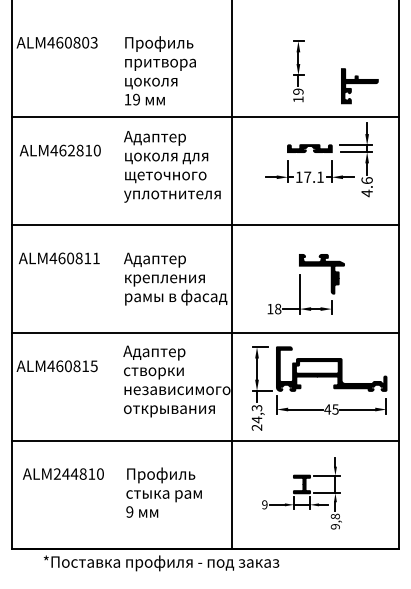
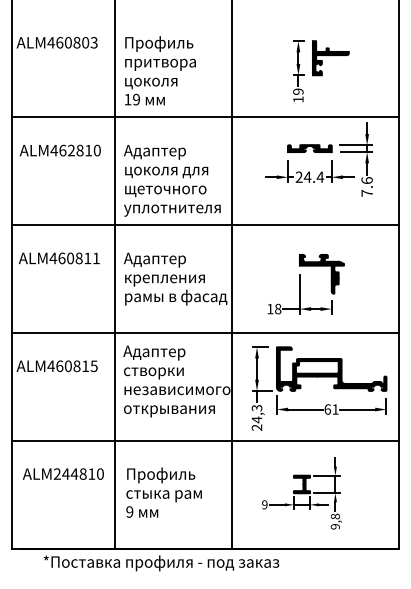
part at (359, 86) position: (359, 86) -> (330, 58)
text at (172, 166) position: (172, 166) -> (172, 180)
text at (309, 176): 17.1 -> 24.4
text at (366, 193): 4.6 -> 7.6
line at (114, 275): none -> present
text at (331, 409): 45 -> 61
